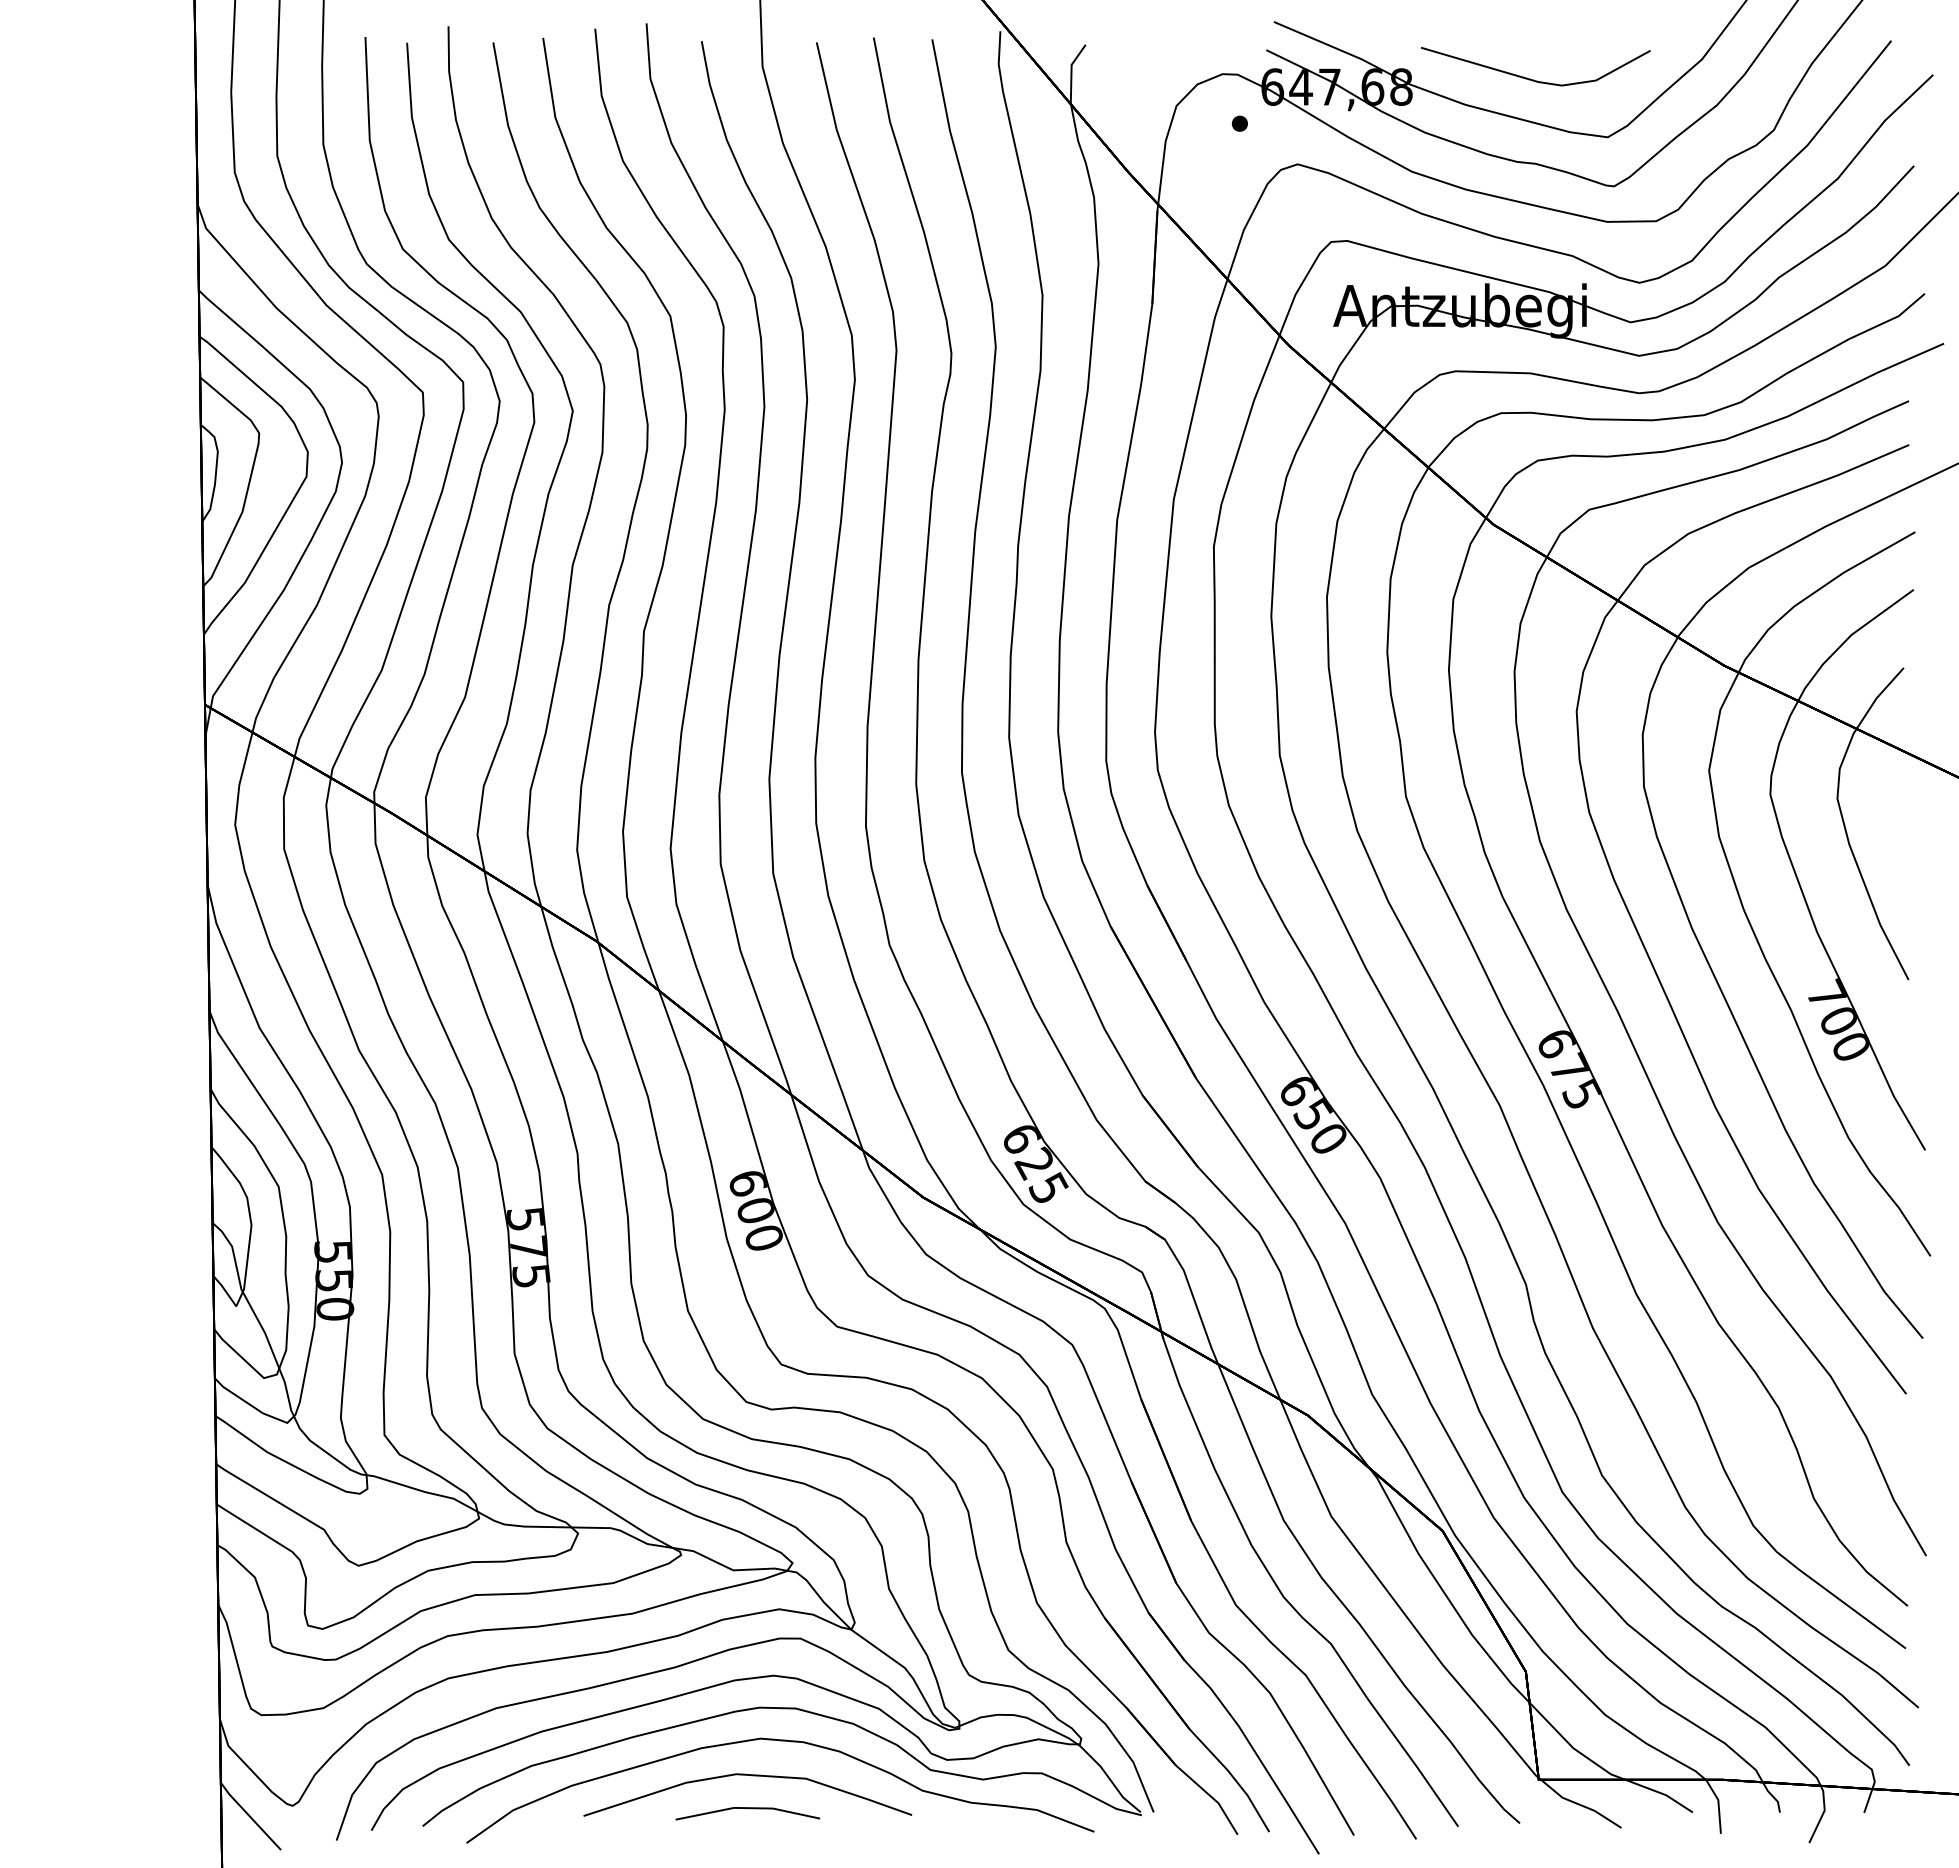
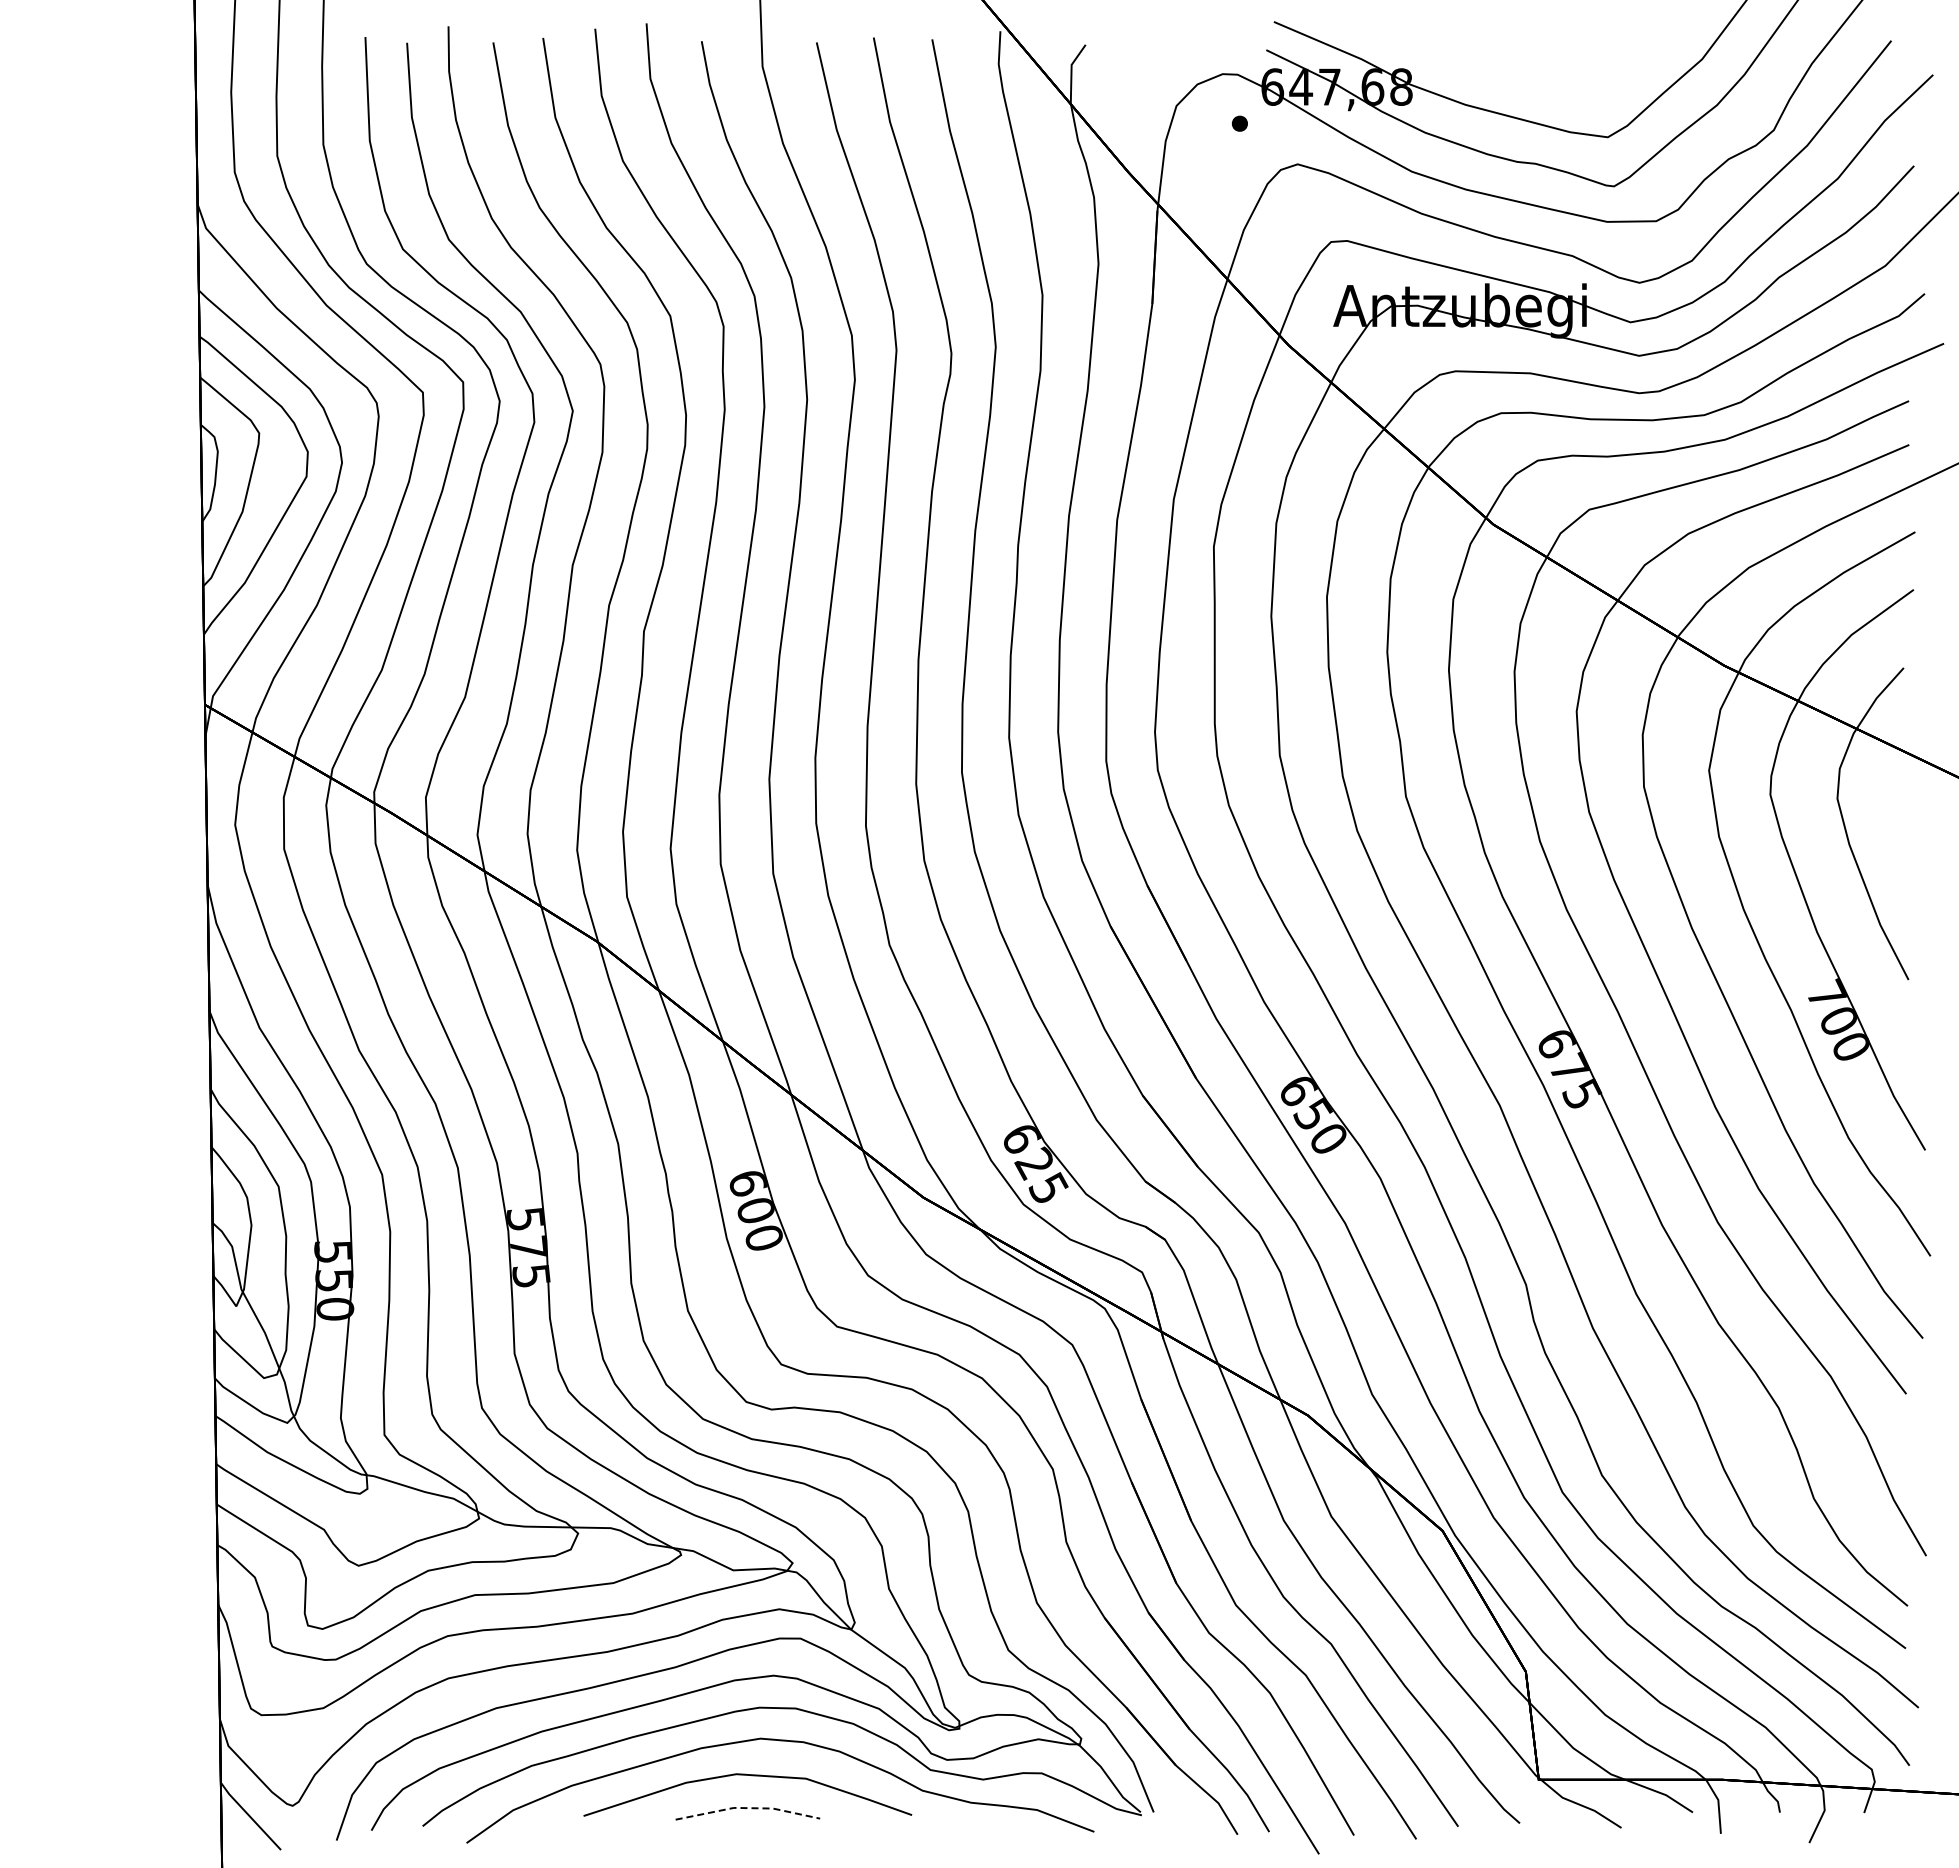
line at (1530, 78): present -> none
line at (748, 1808): solid -> dashed
